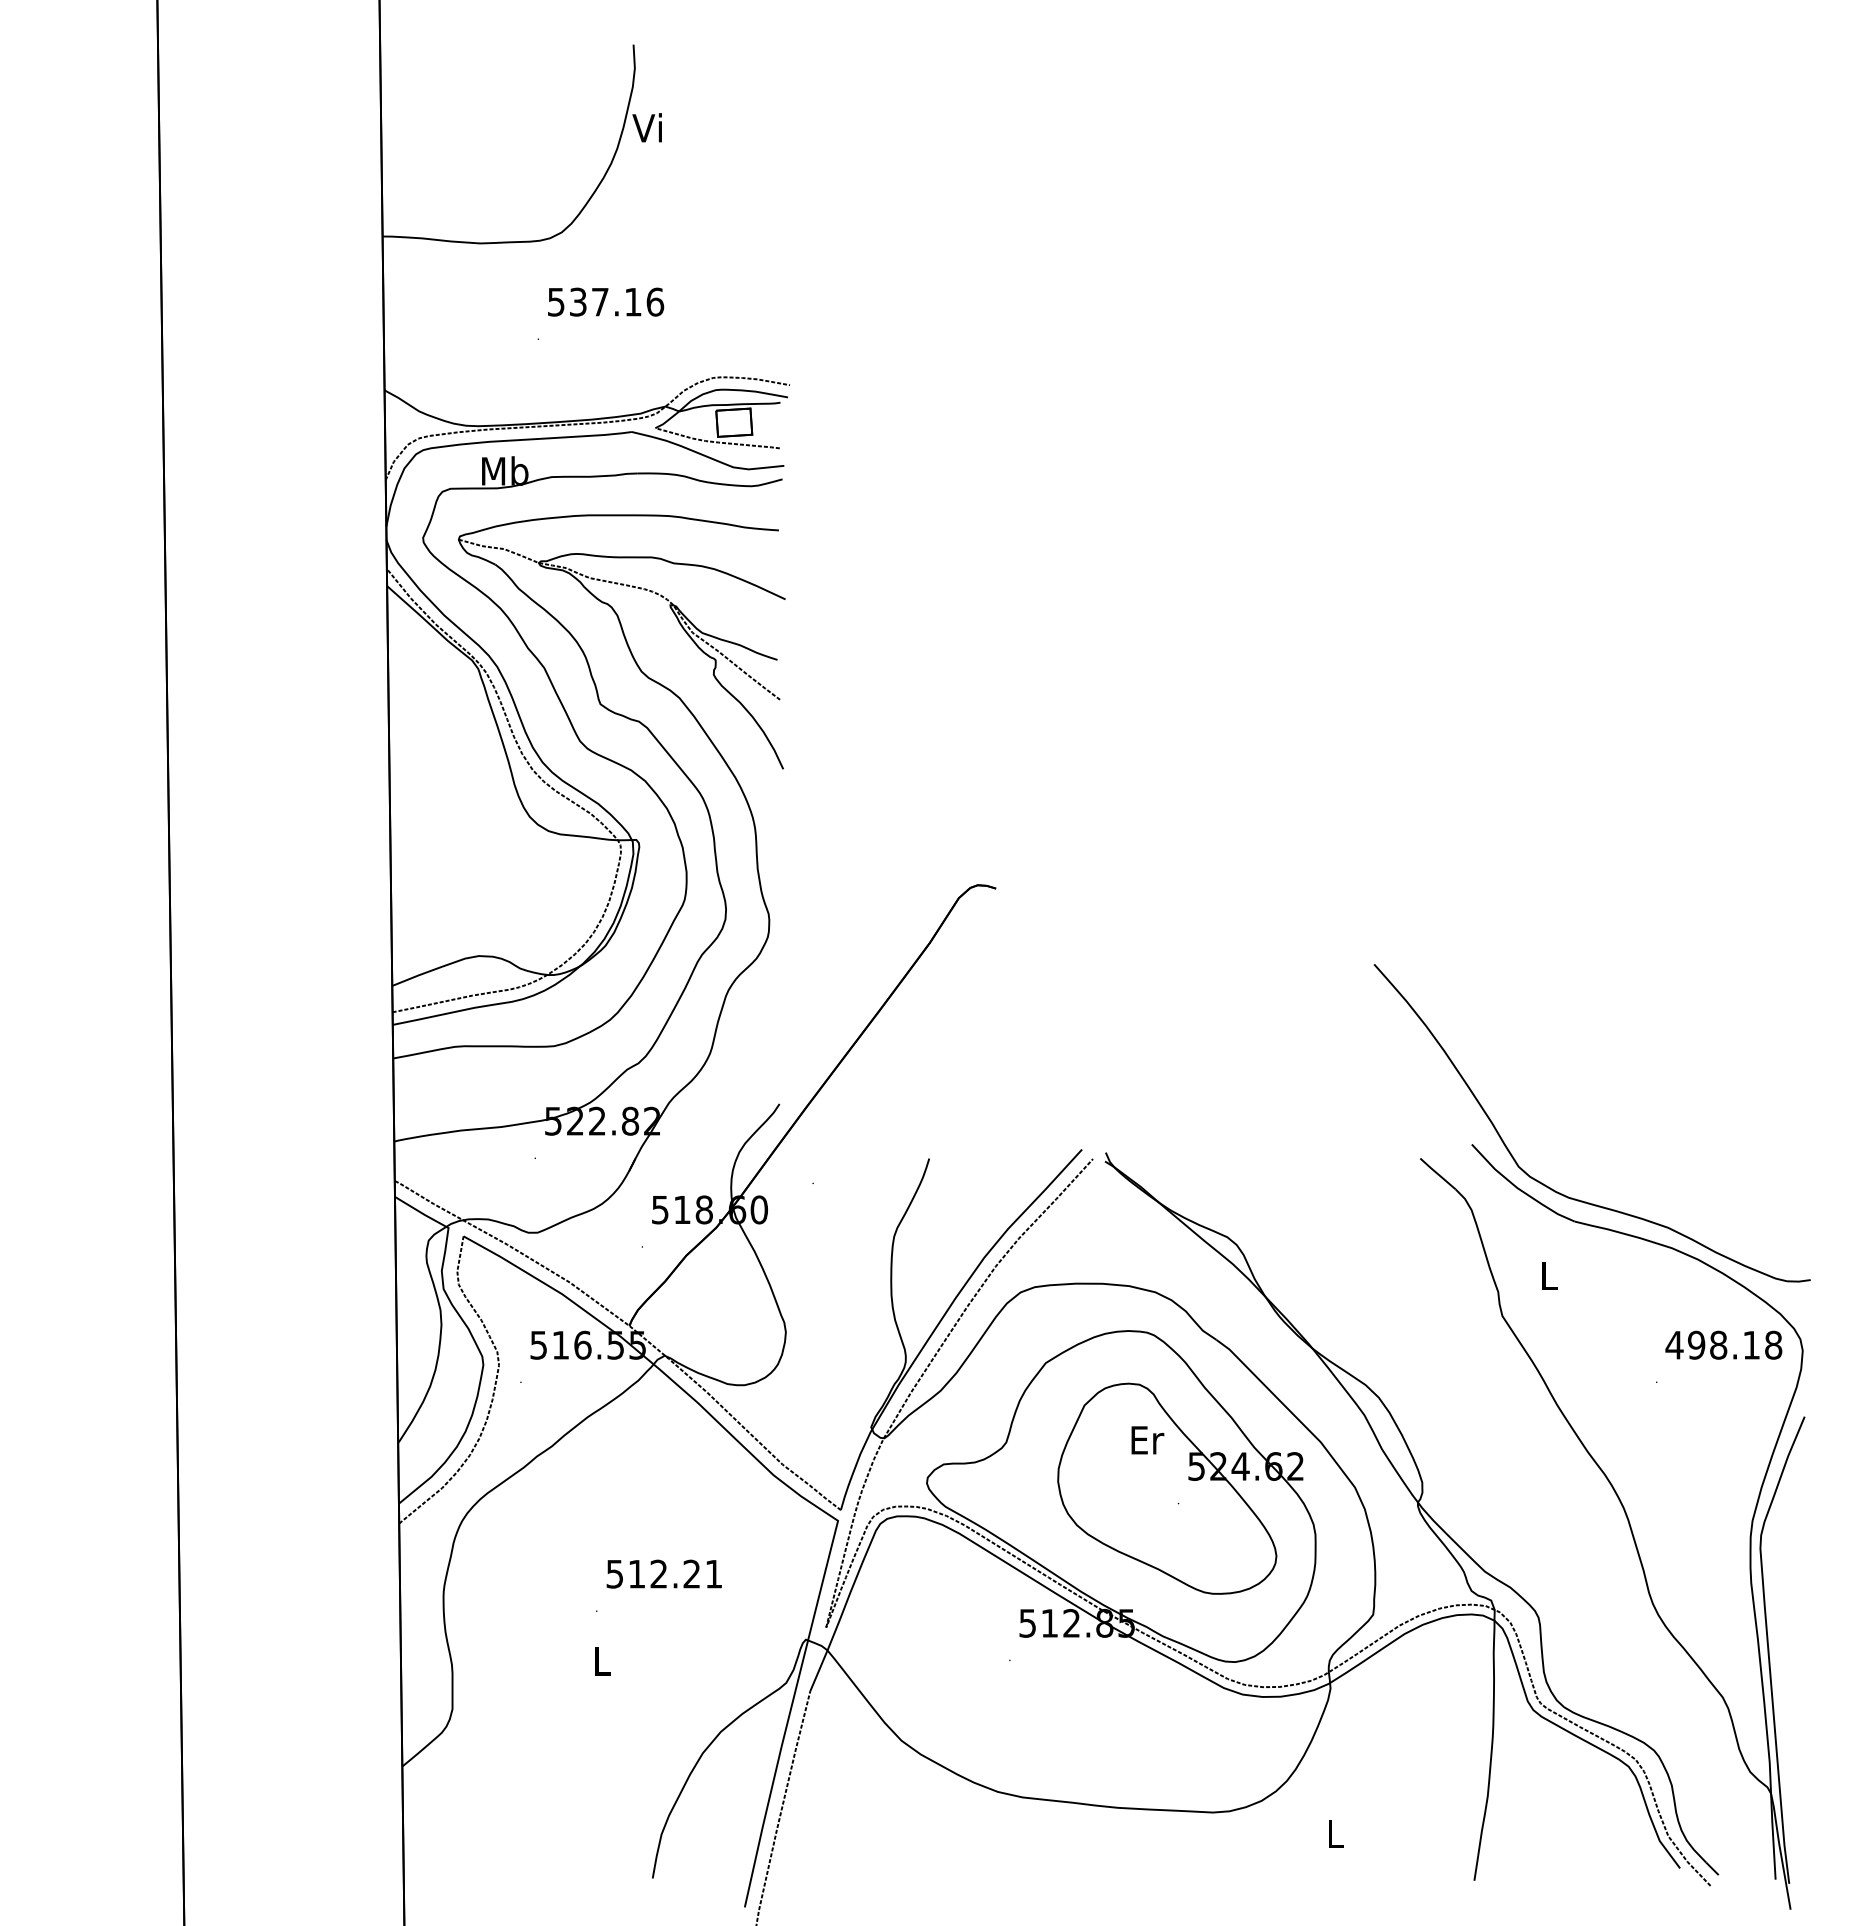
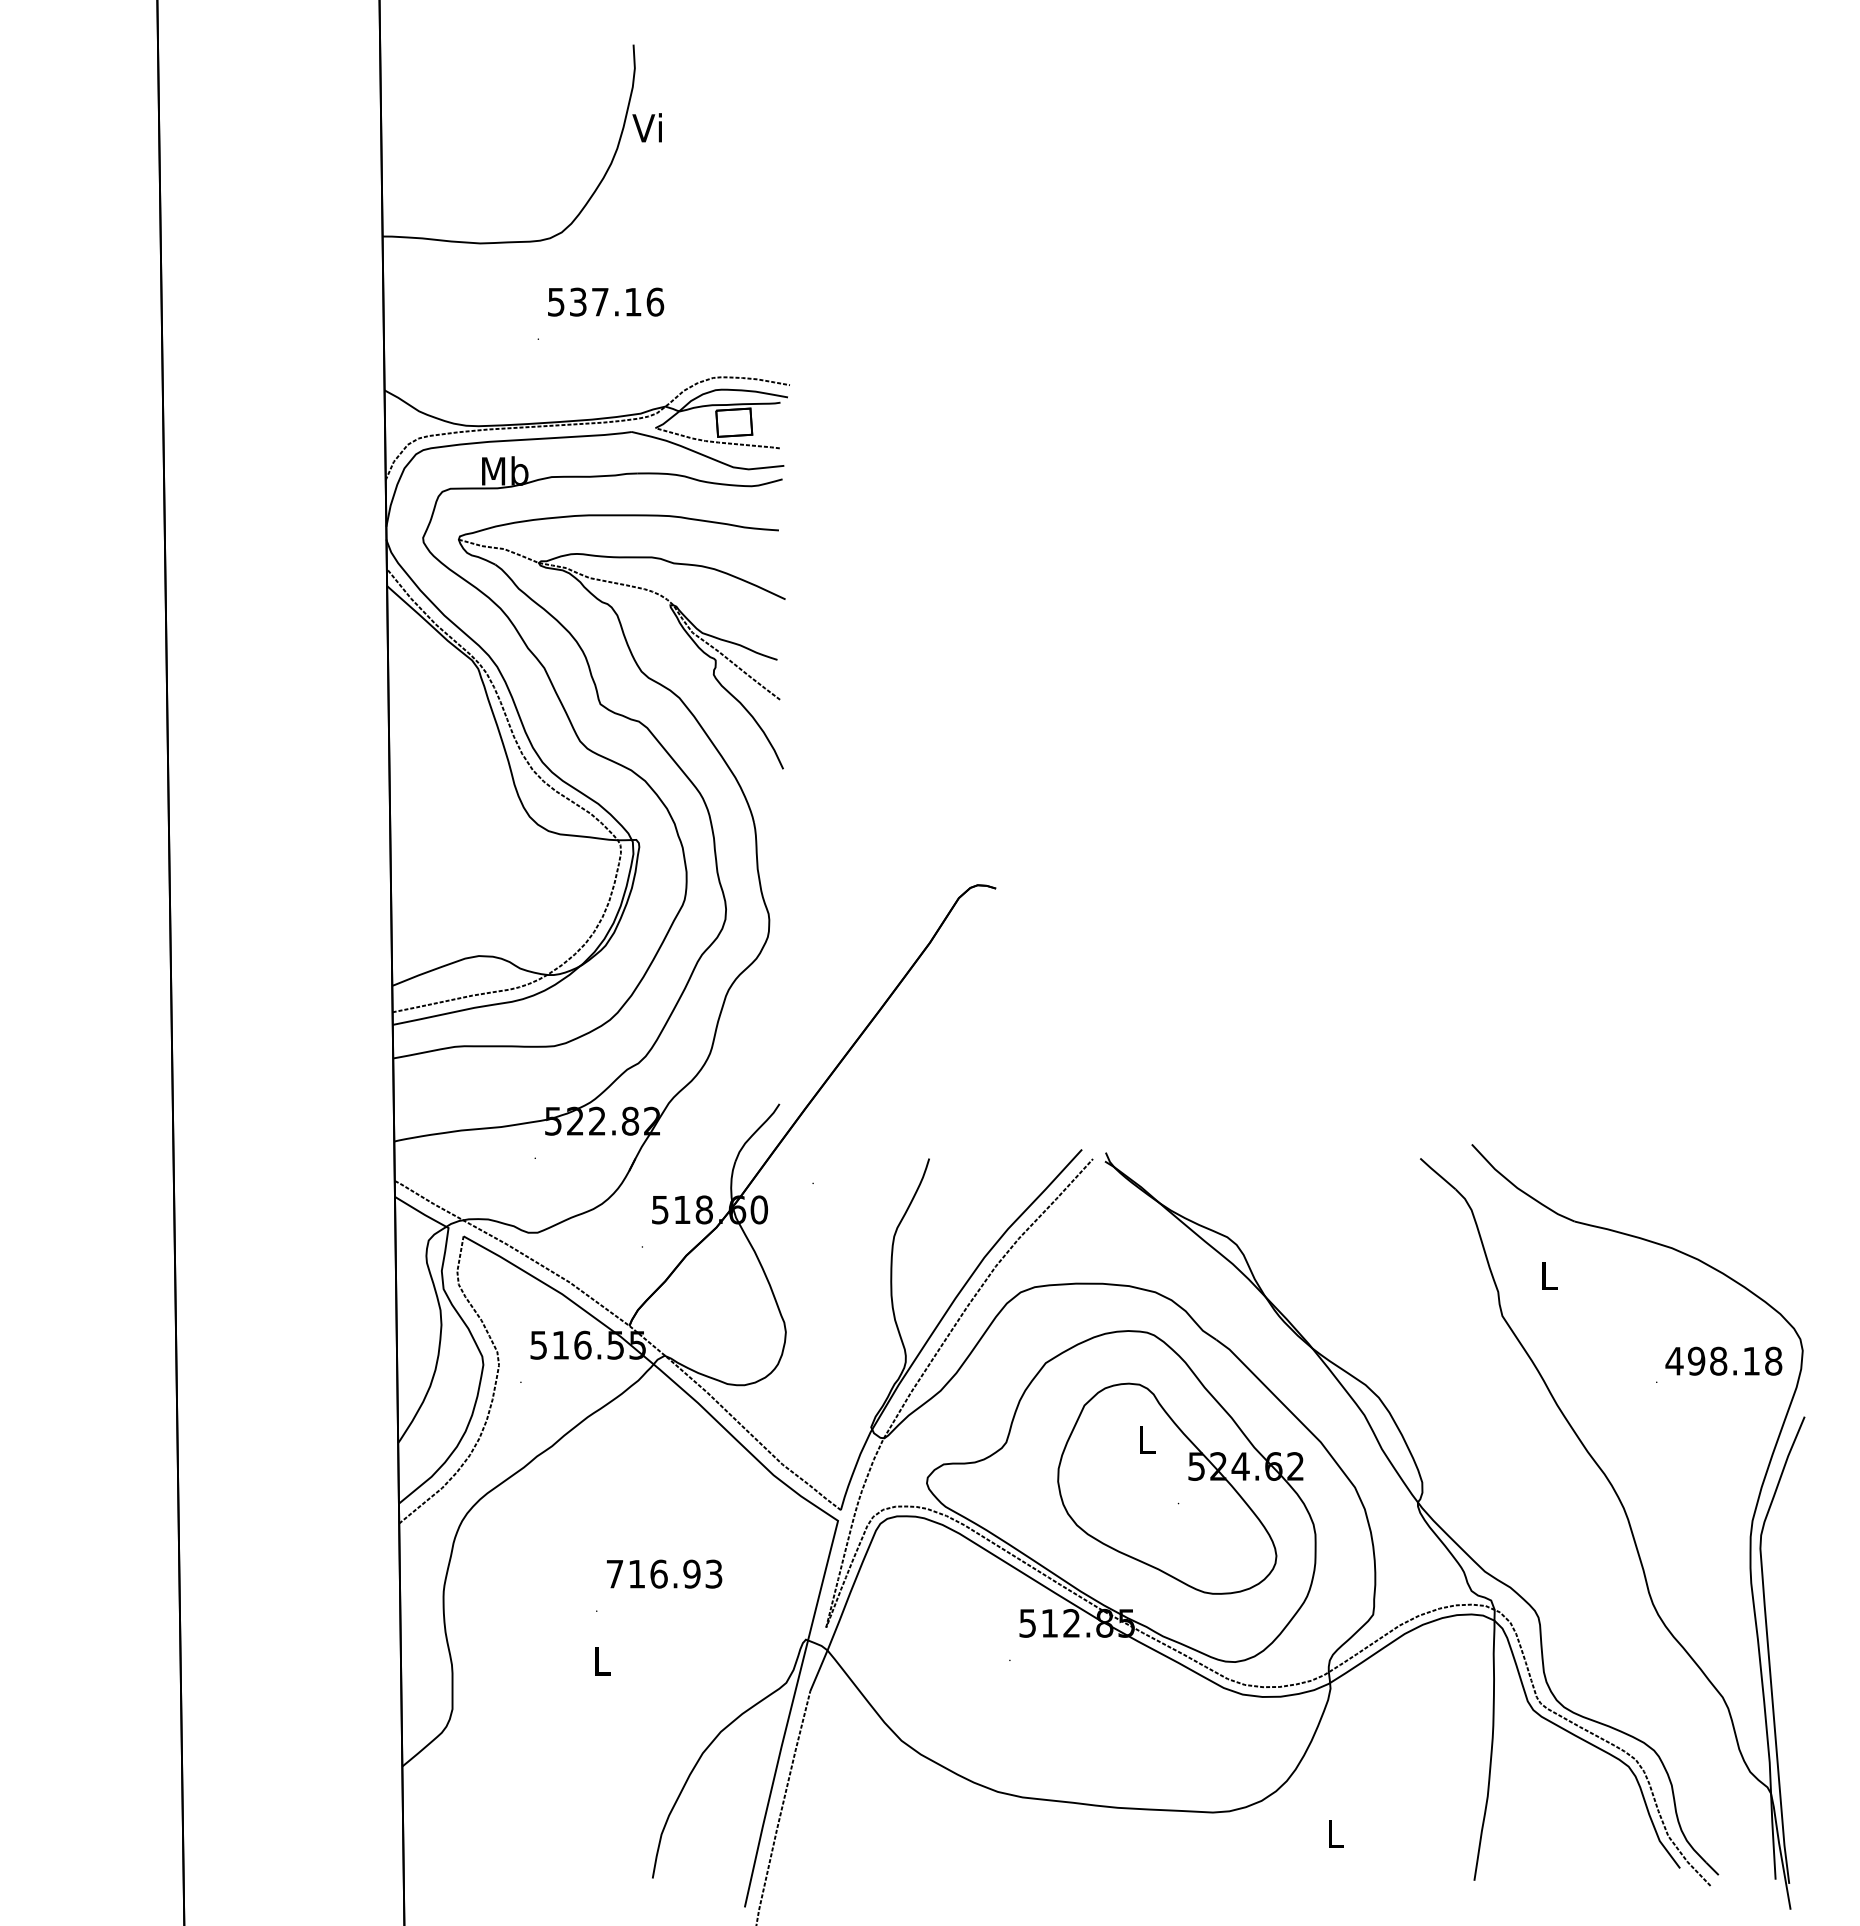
curve at (1562, 1193): present -> none
text at (1723, 1344) position: (1723, 1344) -> (1723, 1360)
text at (1147, 1440): Er -> L
text at (664, 1573): 512.21 -> 716.93
